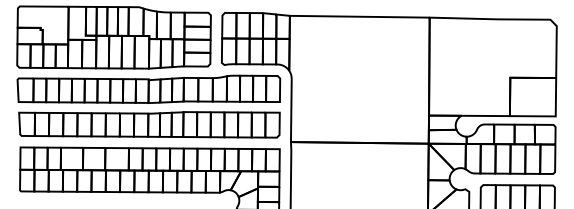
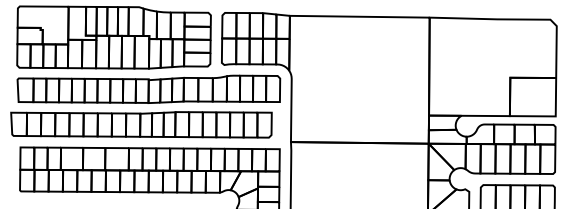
part at (149, 124) position: (149, 124) -> (141, 124)
